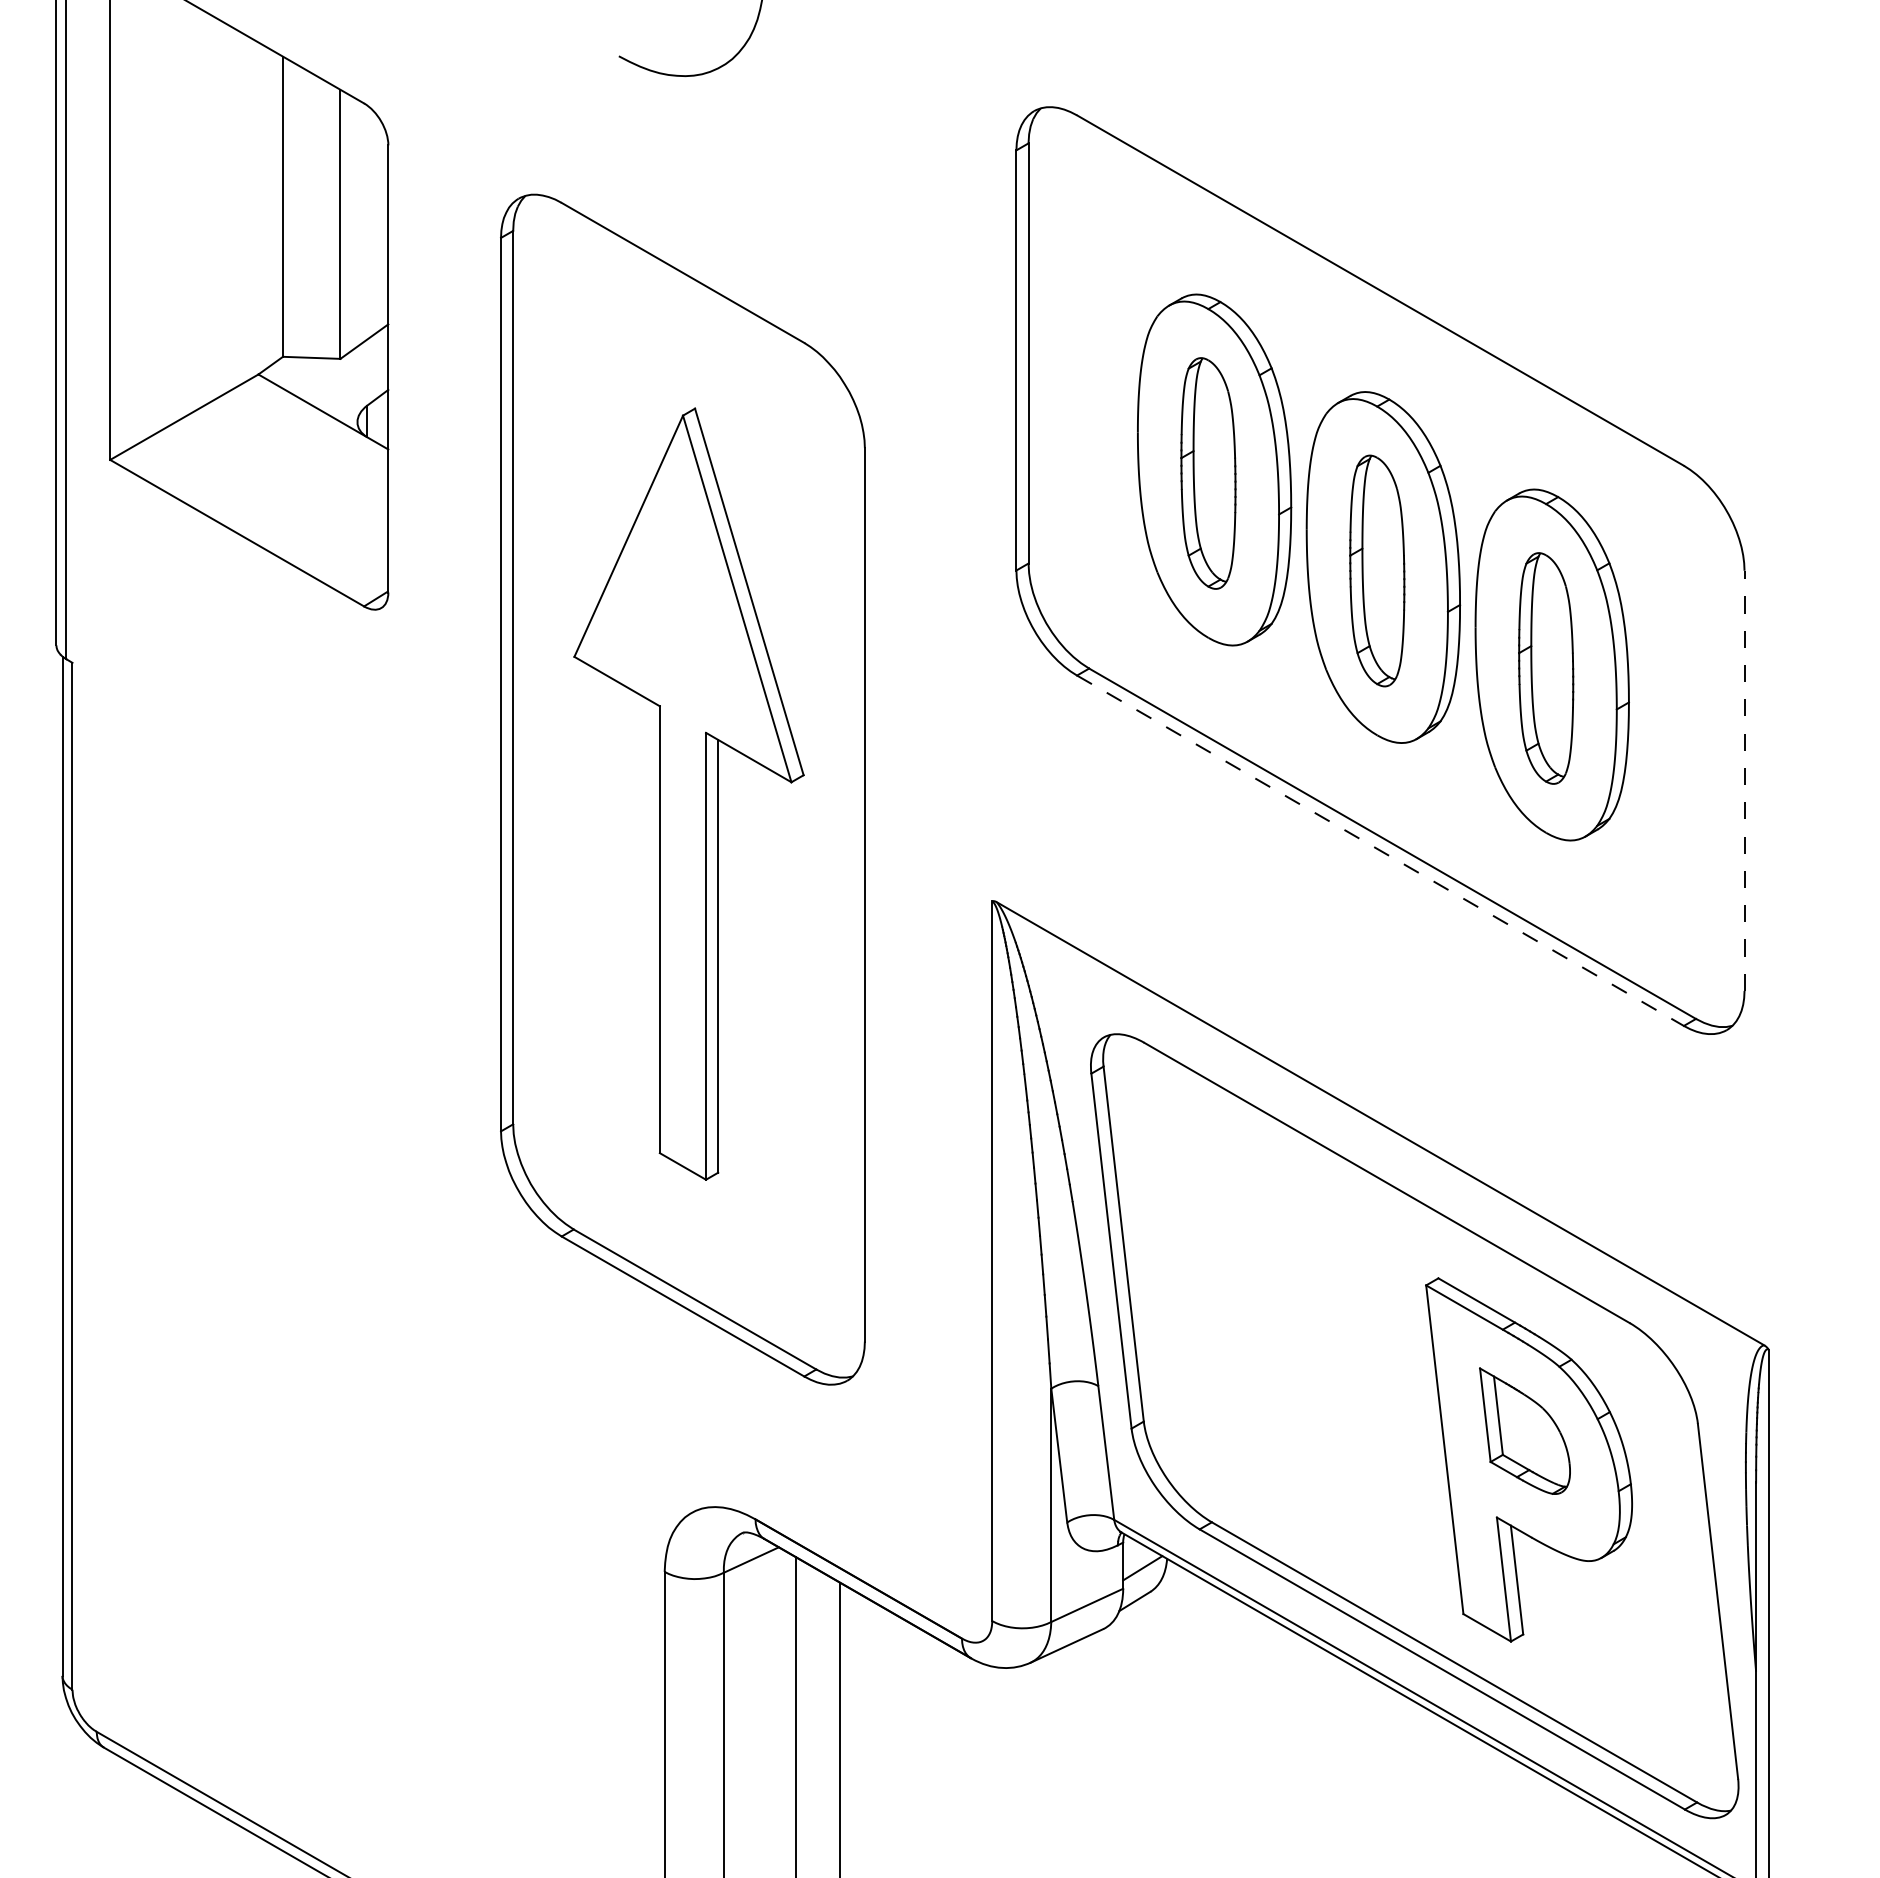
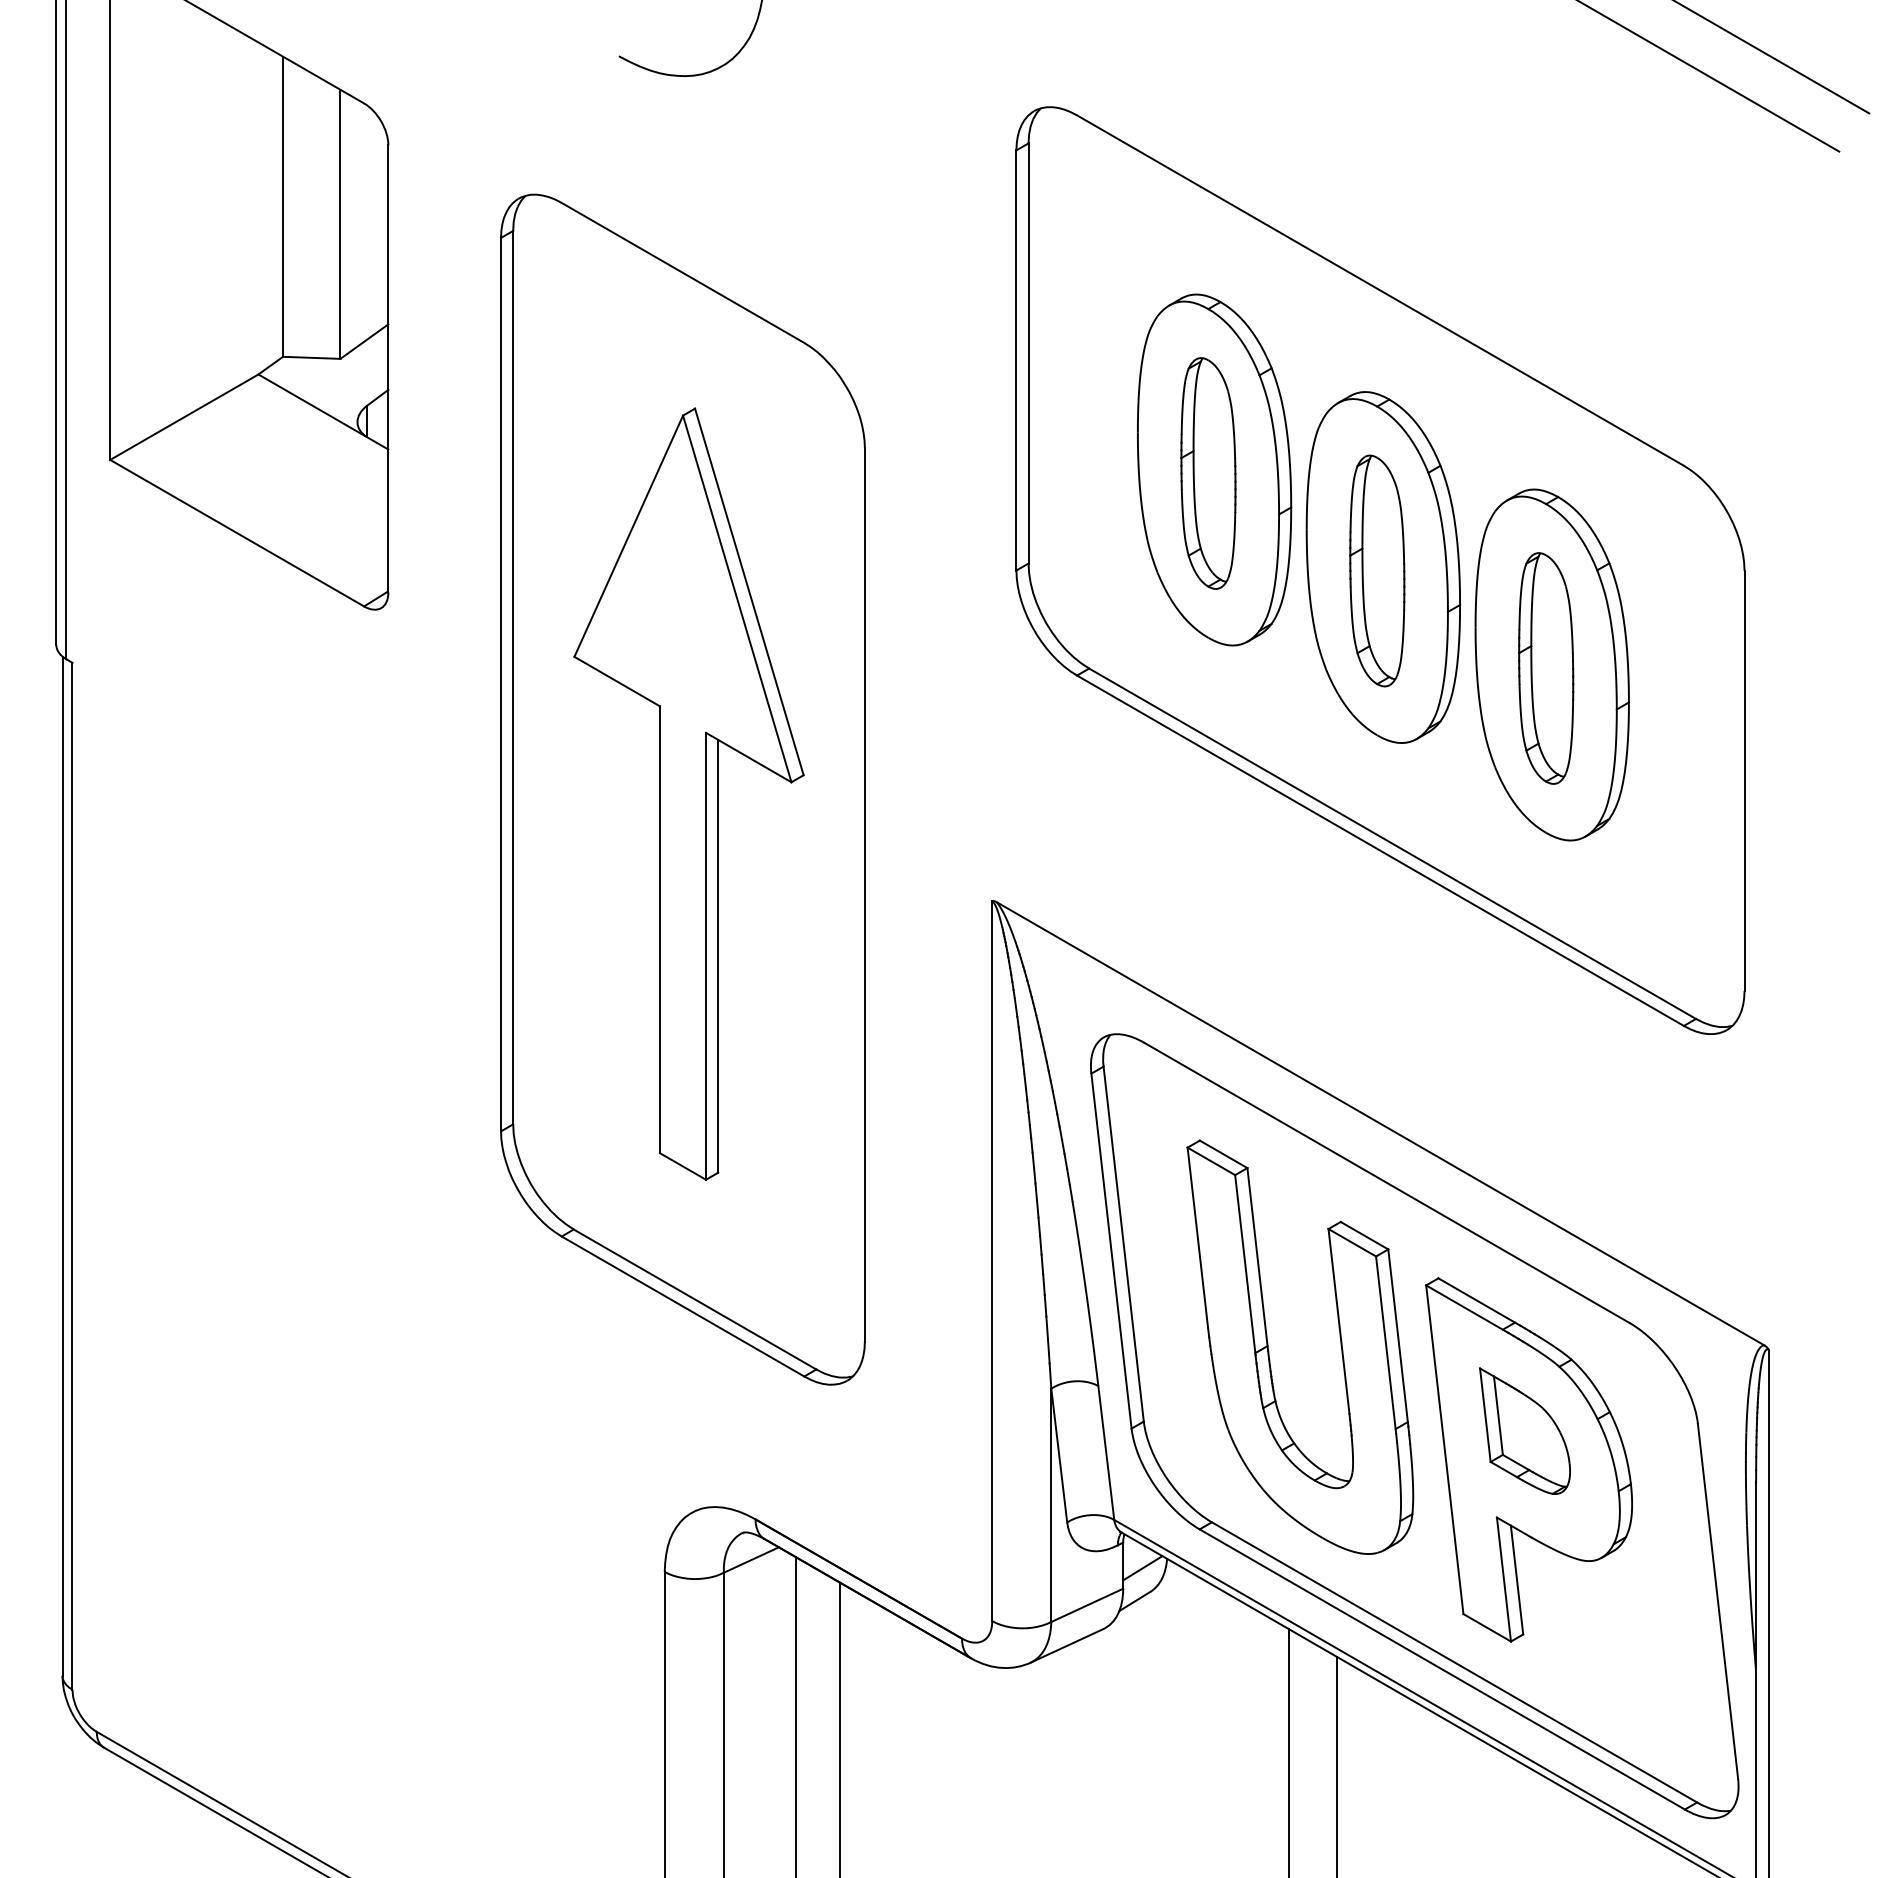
line at (1772, 57): none -> present
line at (1709, 76): none -> present
line at (1744, 780): dashed -> solid
line at (1380, 851): dashed -> solid
part at (1269, 1351): none -> present
line at (1289, 1751): none -> present
line at (1337, 1765): none -> present
